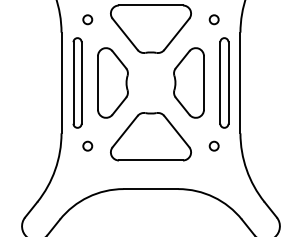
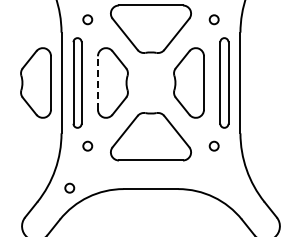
part at (35, 82): none -> present
line at (97, 82): solid -> dashed
circle at (69, 187): none -> present
